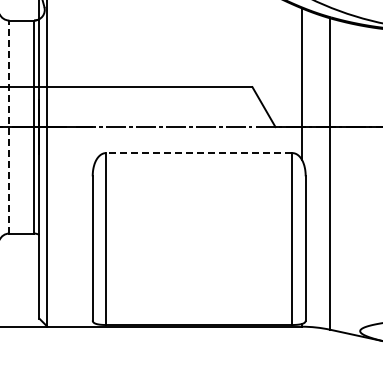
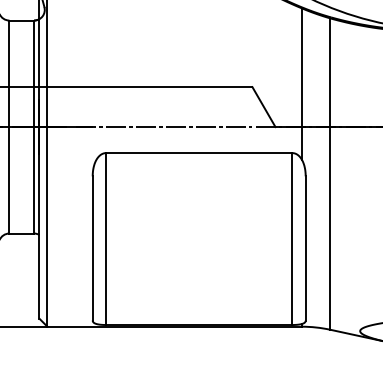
line at (9, 126): dashed -> solid
line at (198, 153): dashed -> solid
